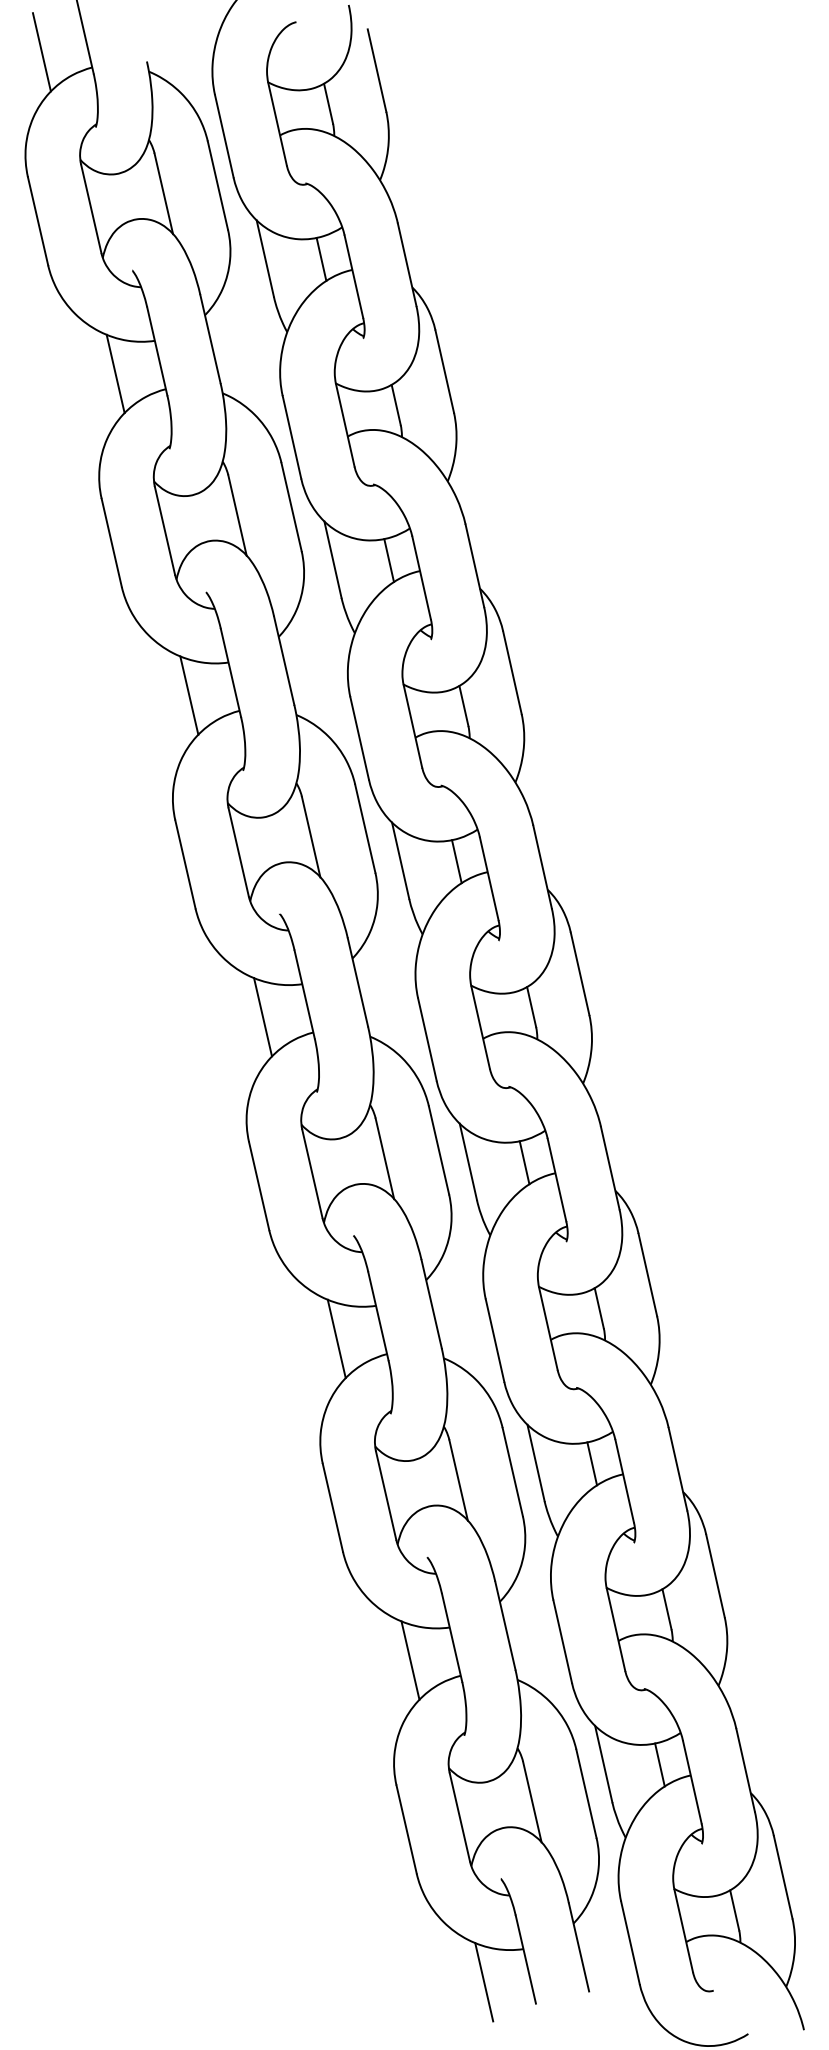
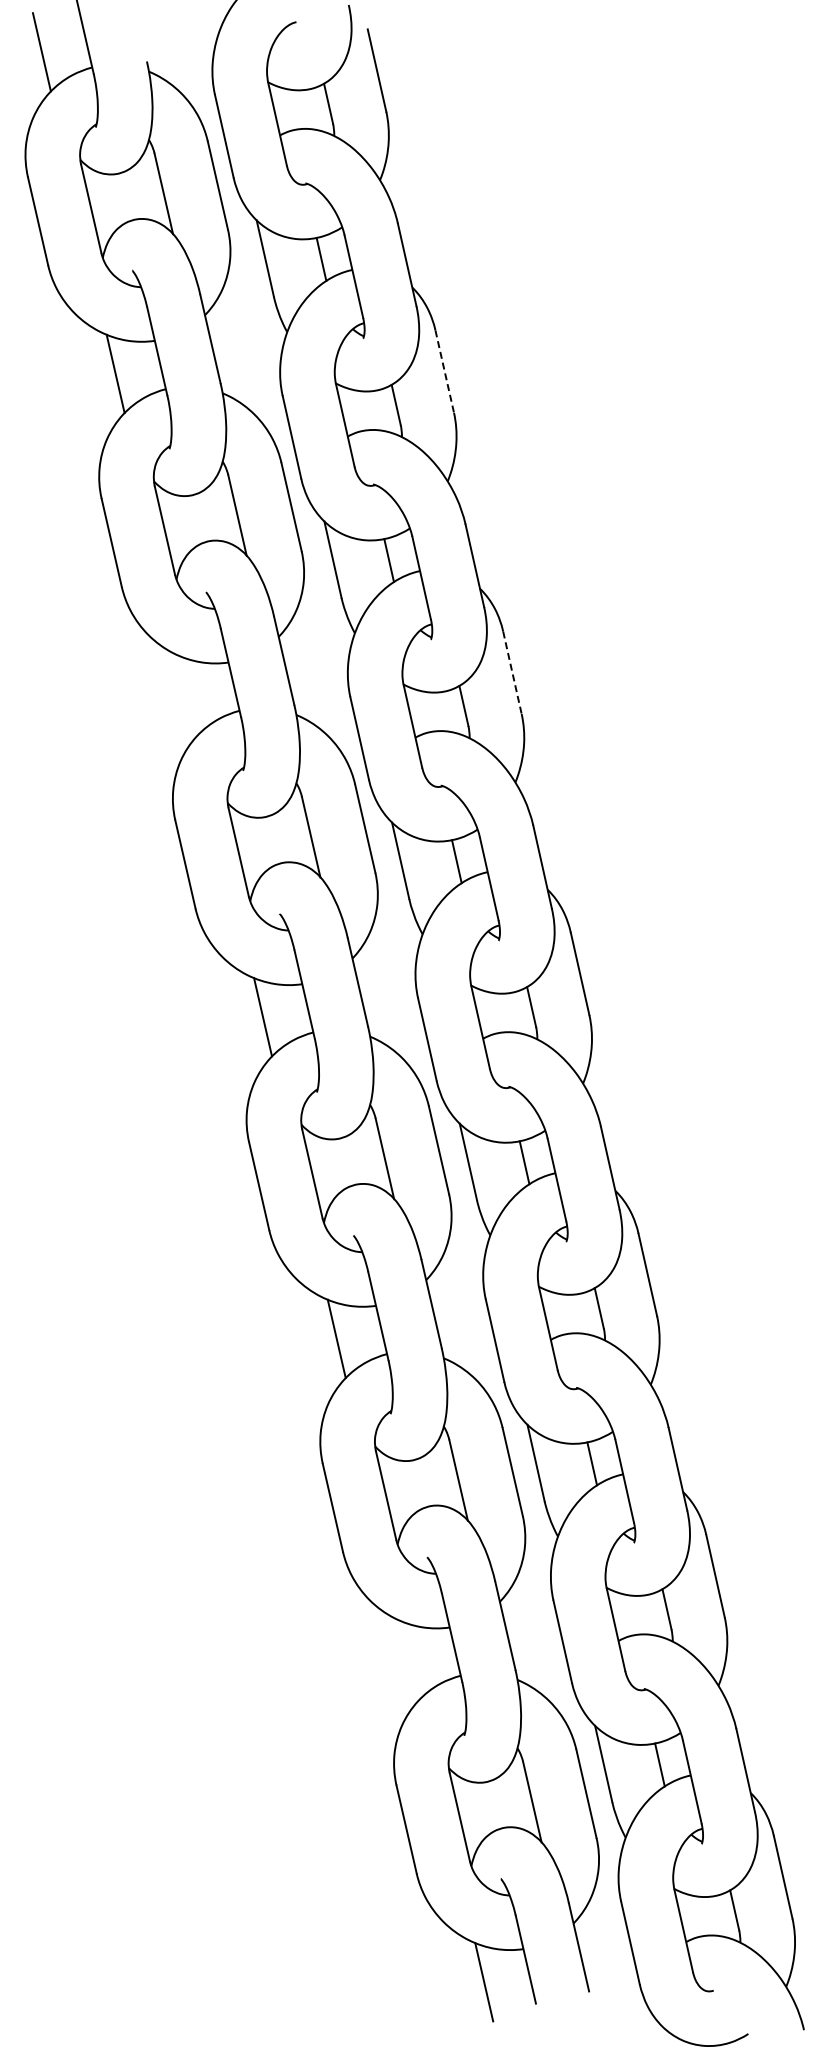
line at (444, 372): solid -> dashed
line at (512, 673): solid -> dashed
line at (189, 695): present -> none
line at (410, 1660): present -> none
